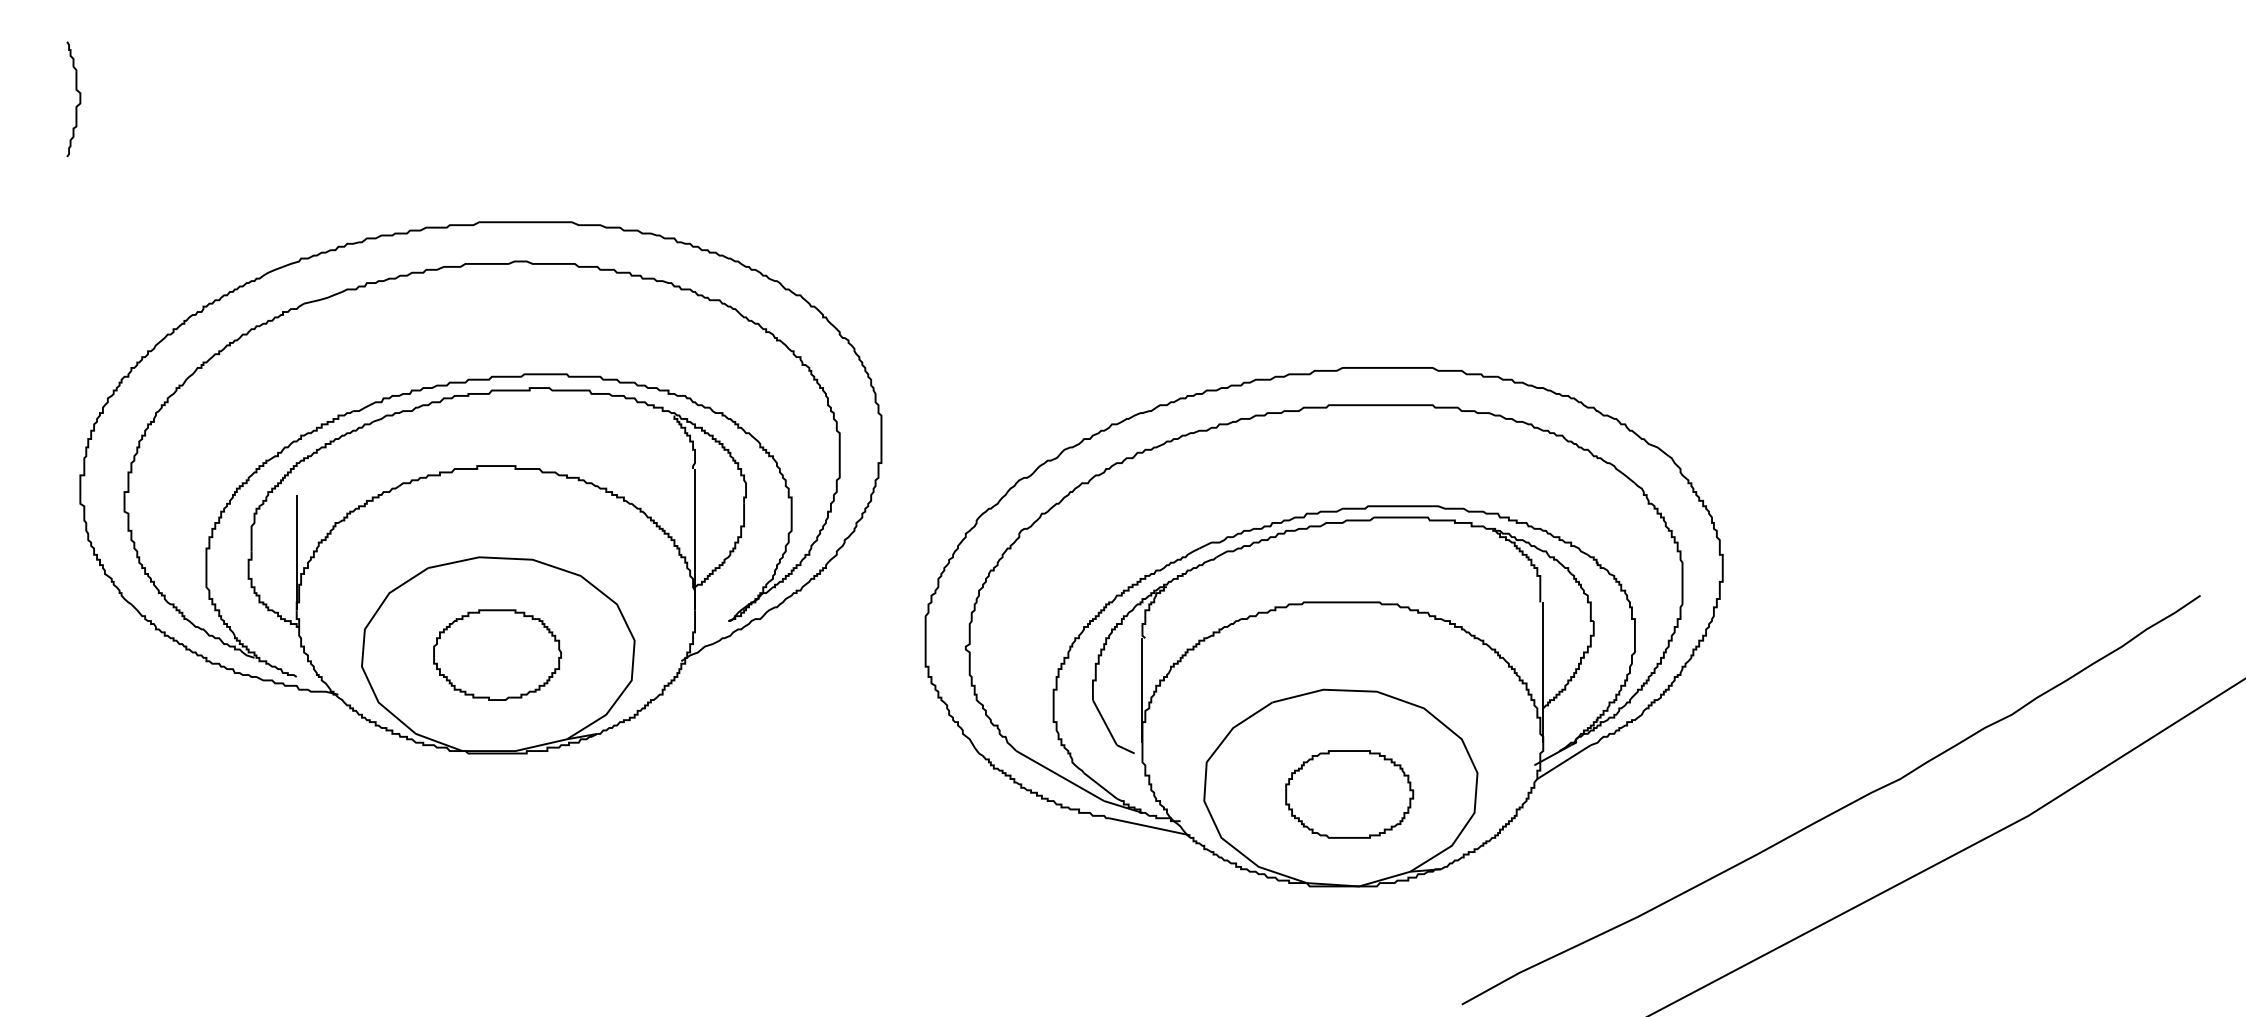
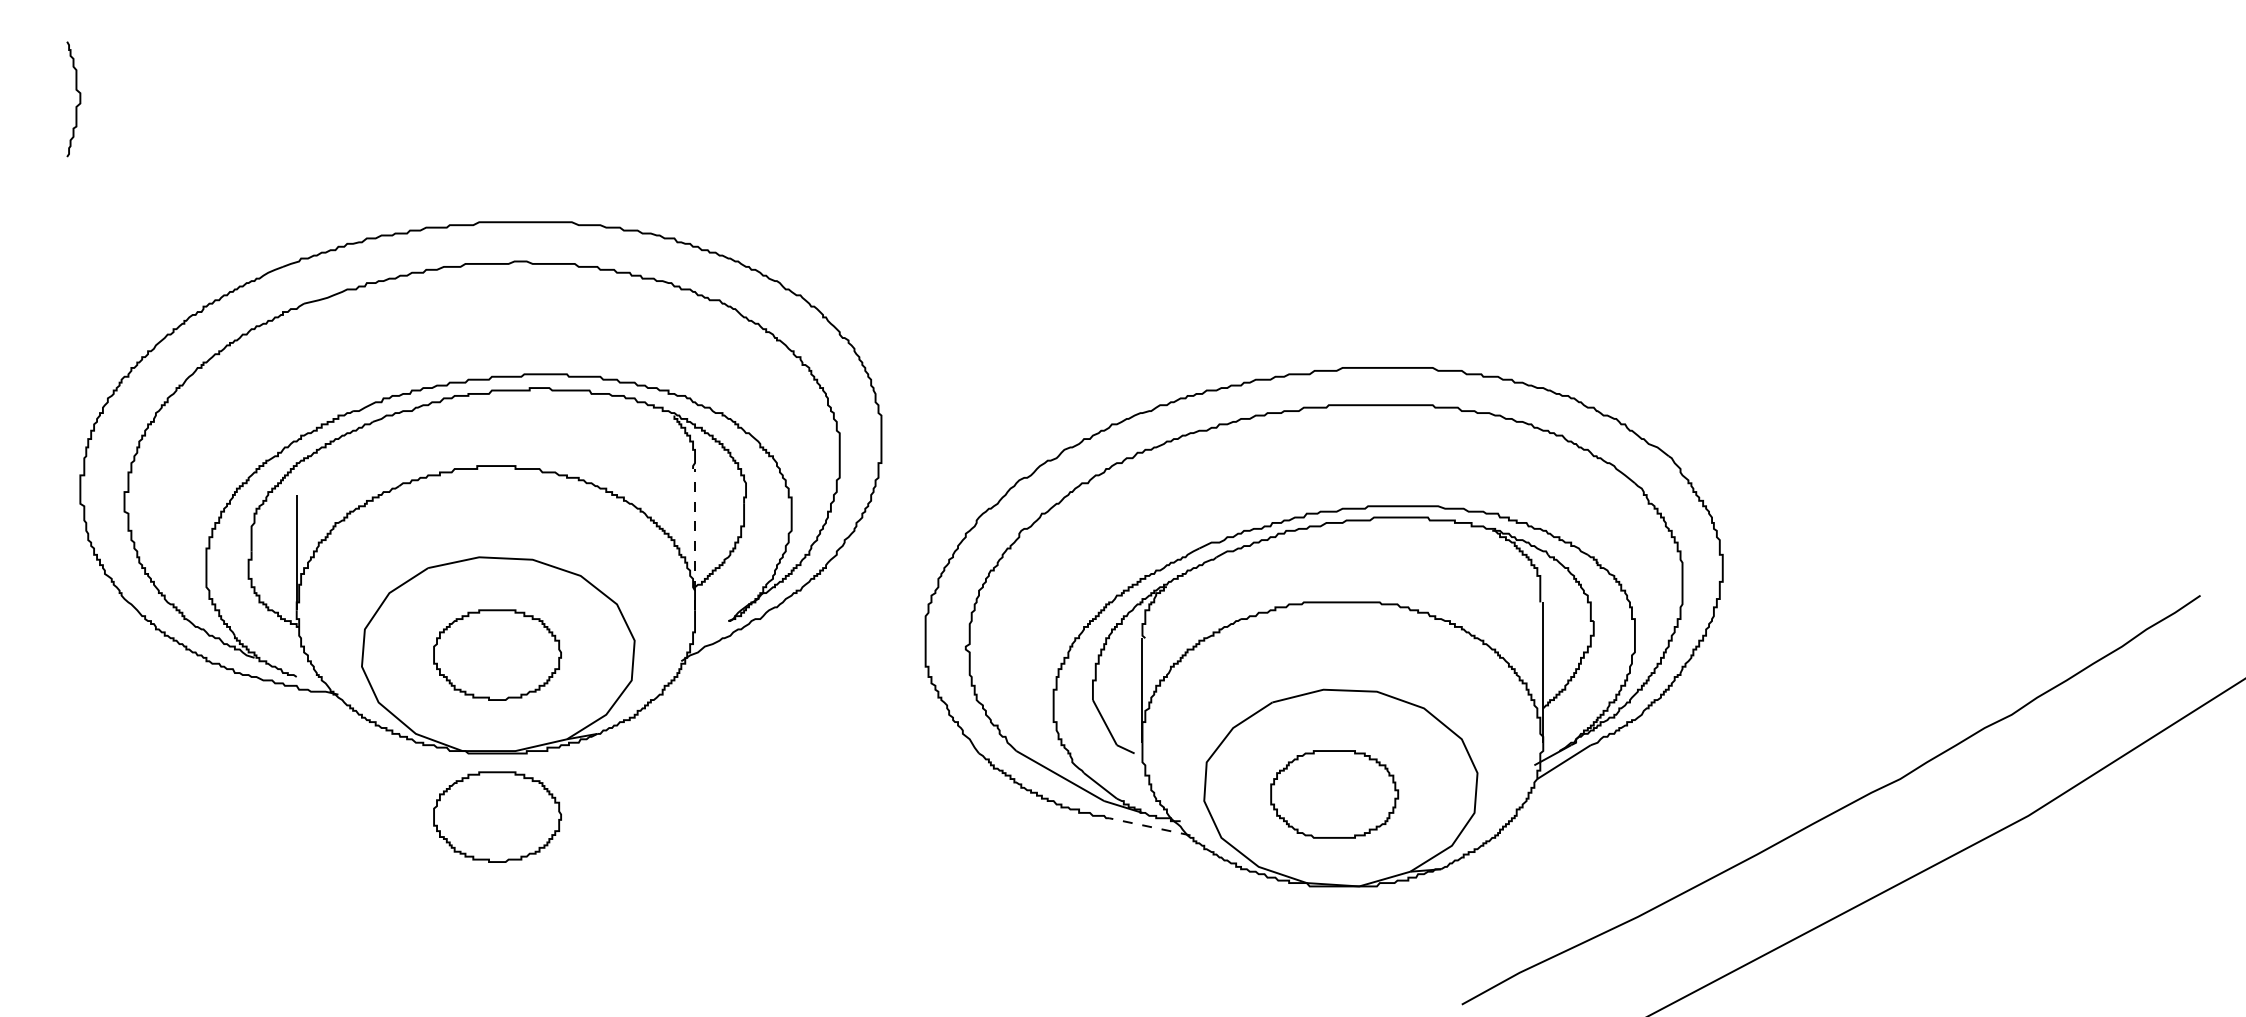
line at (695, 539): solid -> dashed
part at (1349, 794) position: (1349, 794) -> (1334, 794)
part at (497, 816): none -> present
line at (1149, 826): solid -> dashed
